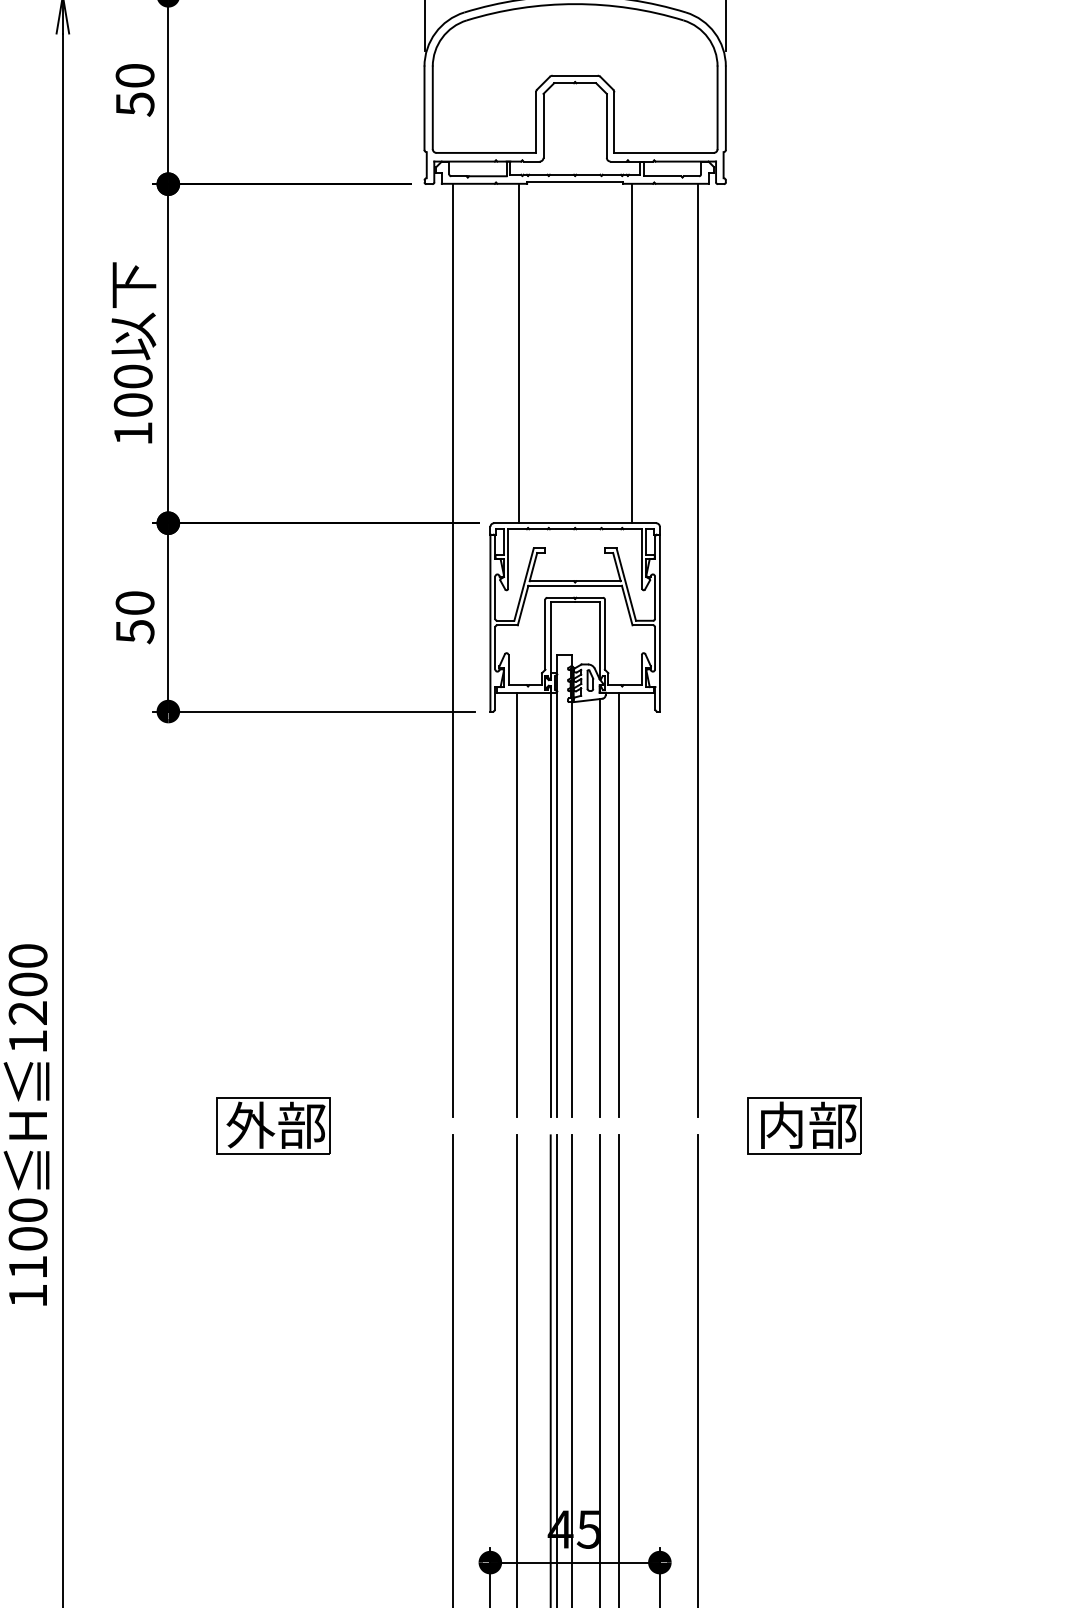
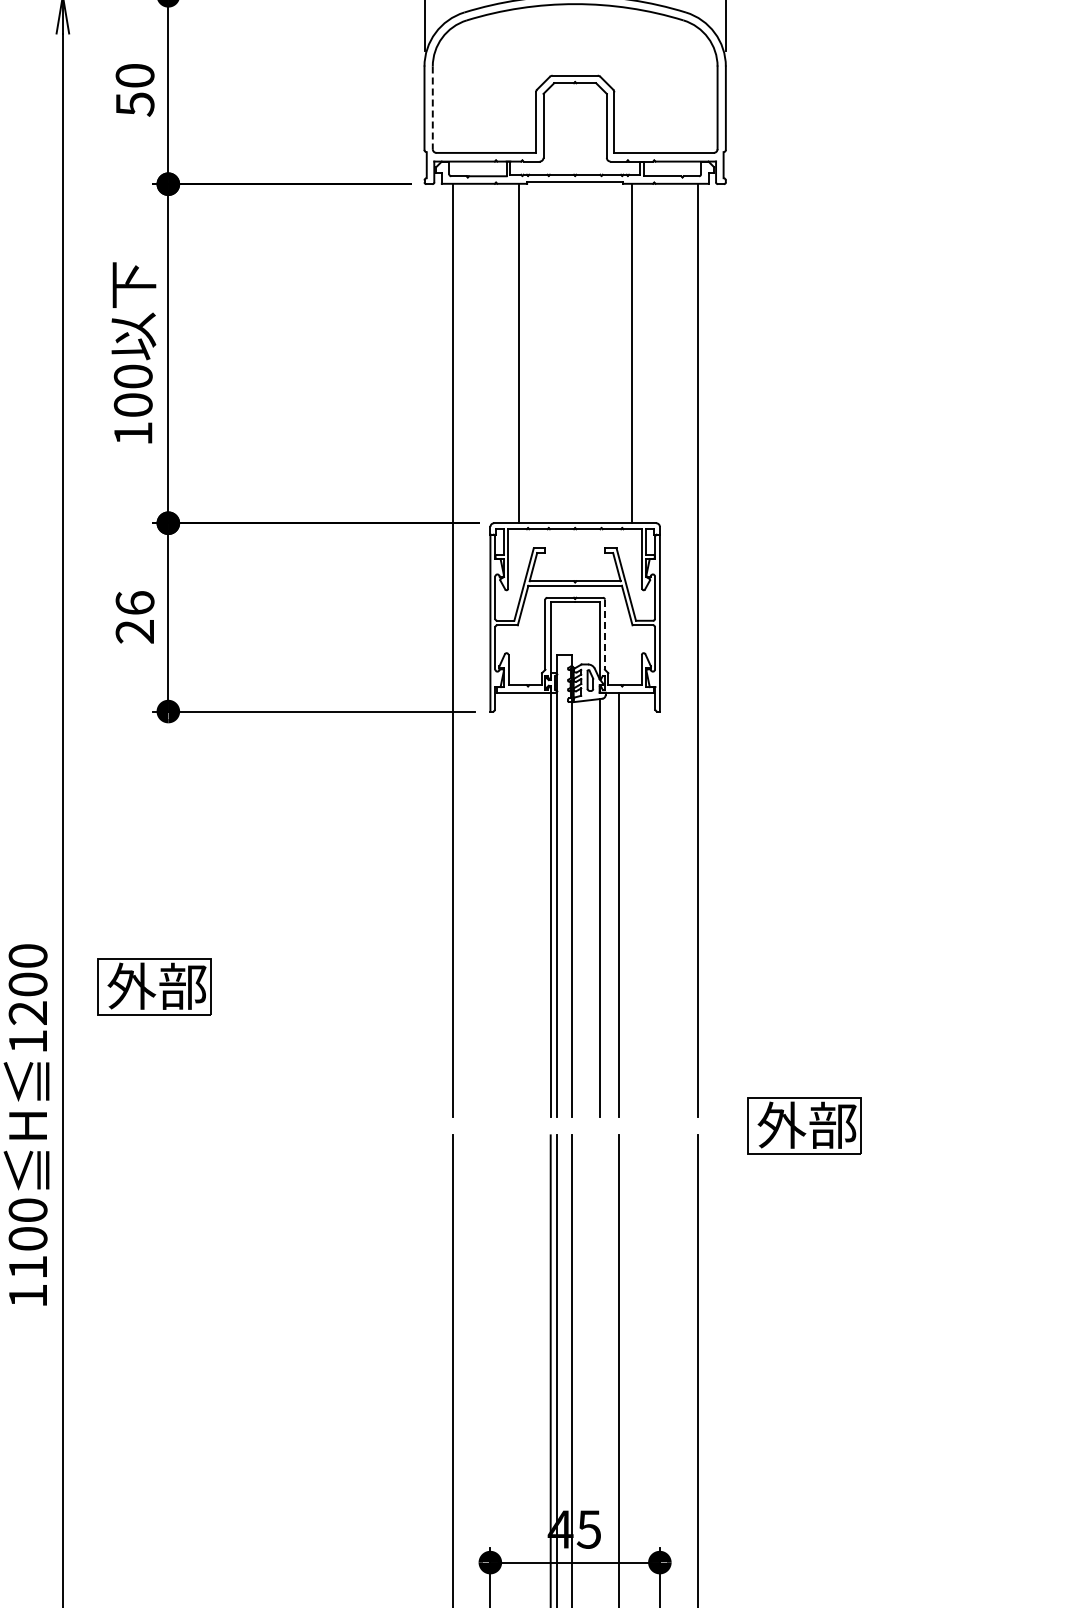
line at (432, 108): solid -> dashed
text at (134, 617): 50 -> 26
line at (604, 635): solid -> dashed
line at (516, 904): present -> none
text at (781, 1124): 内部 -> 外部
part at (273, 1125) position: (273, 1125) -> (154, 986)
line at (516, 1369): present -> none
line at (599, 1369): present -> none
